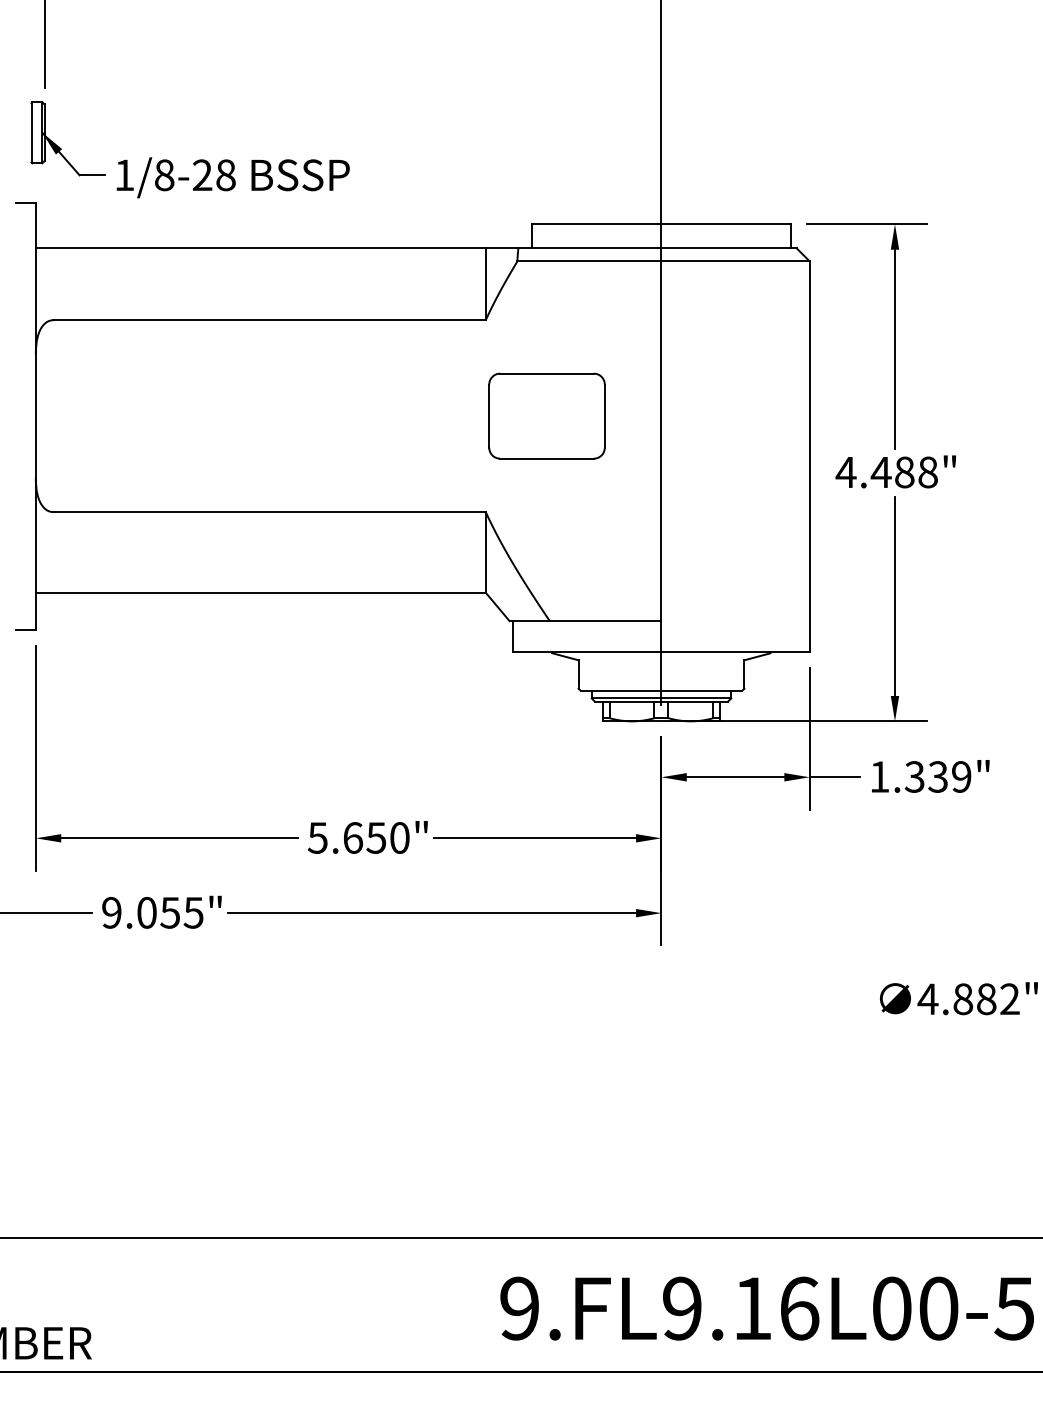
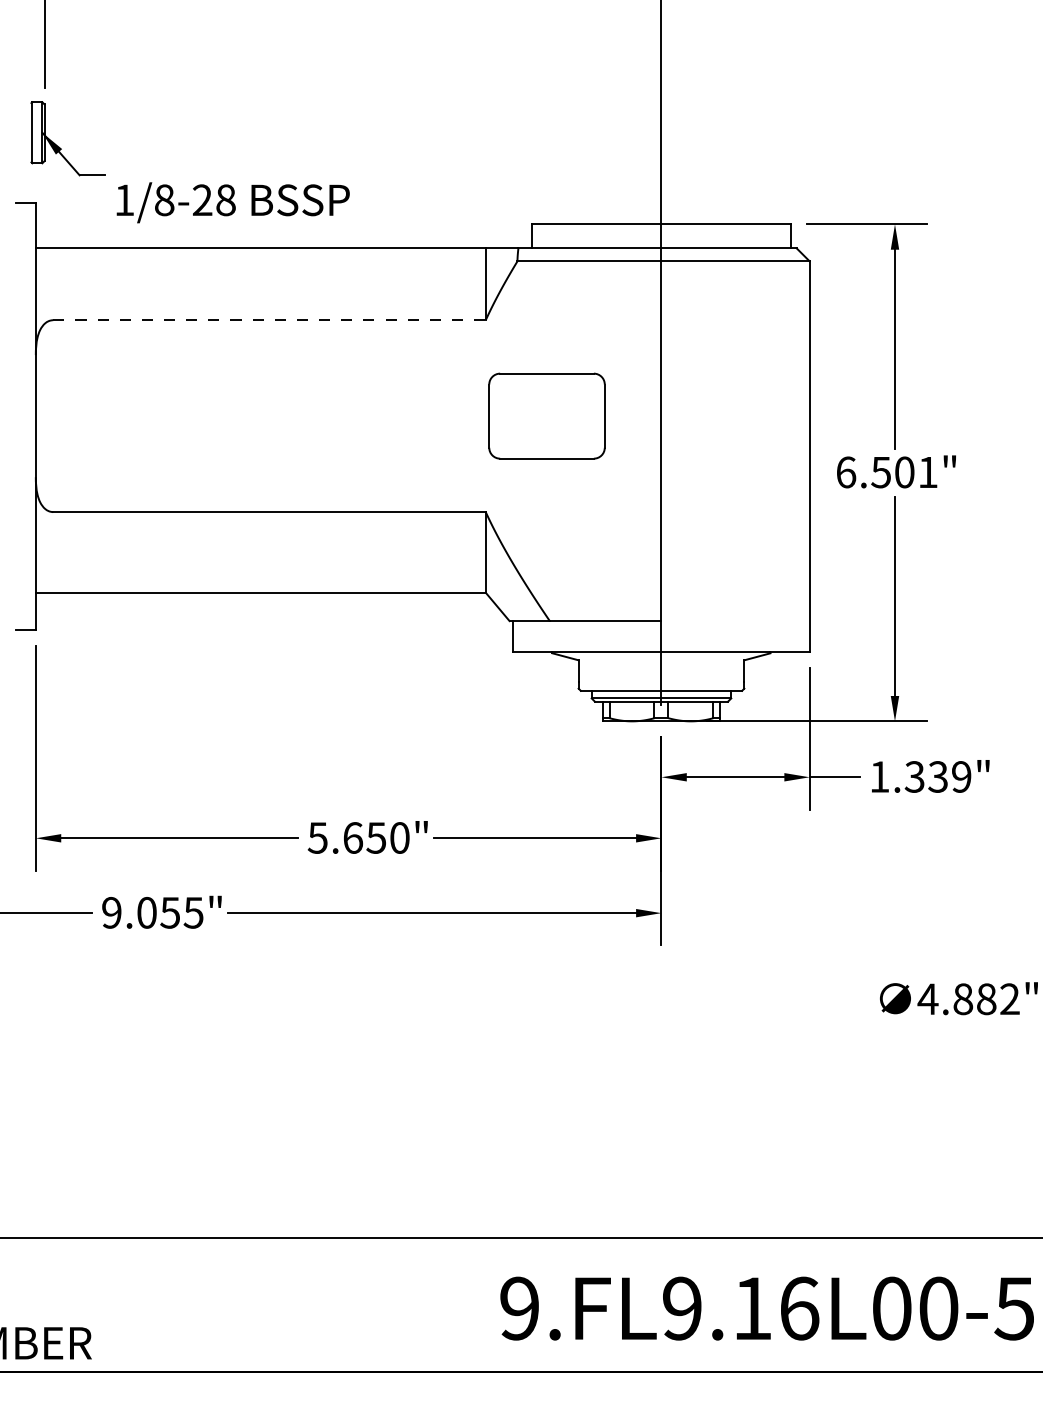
text at (232, 177) position: (232, 177) -> (232, 202)
line at (270, 320): solid -> dashed
text at (886, 472): 4.488" -> 6.501"
